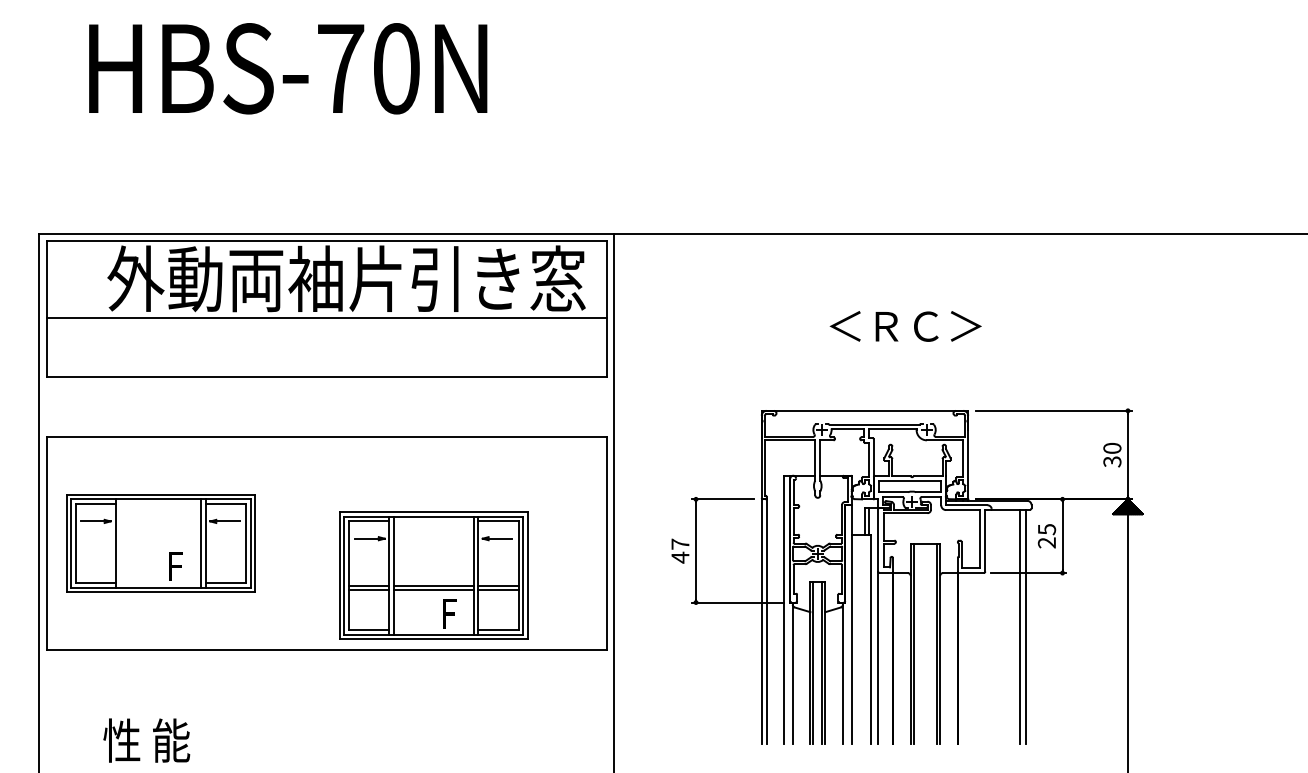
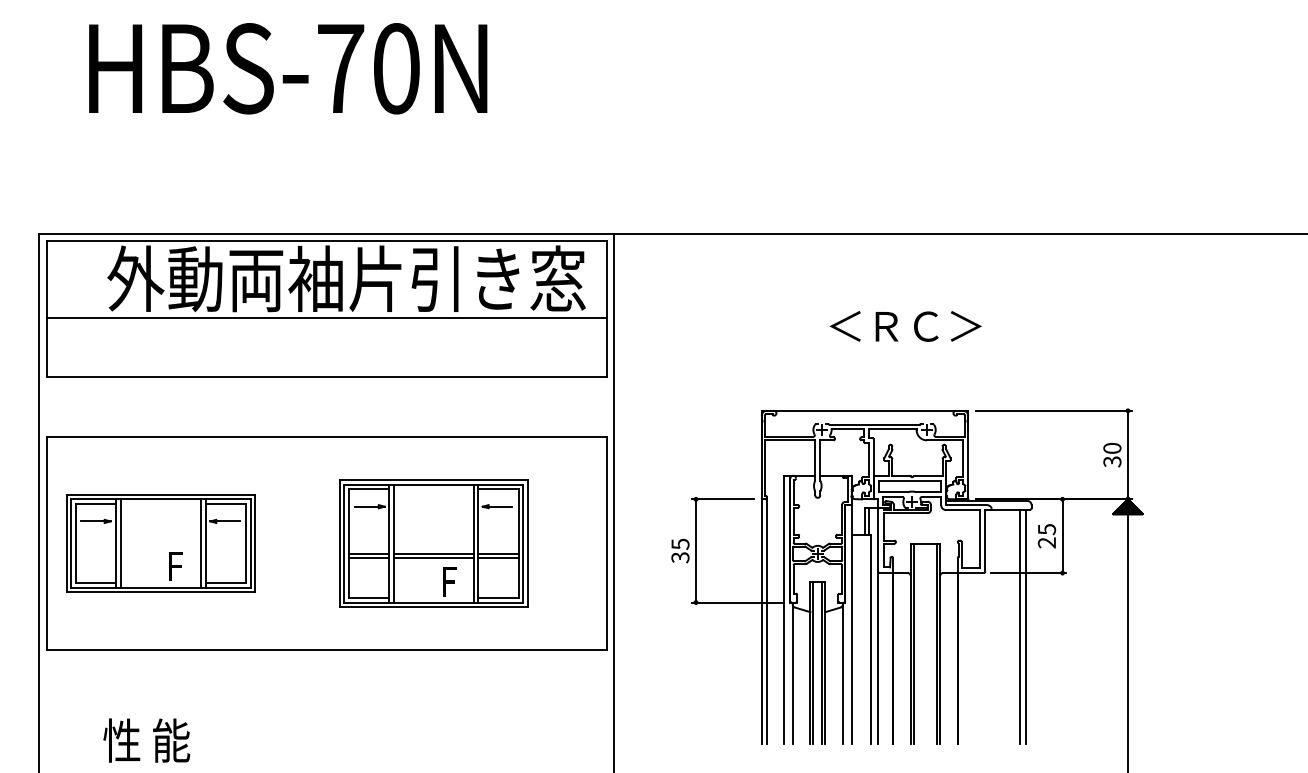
line at (120, 543): none -> present
text at (680, 550): 47 -> 35
part at (433, 575) position: (433, 575) -> (433, 543)
